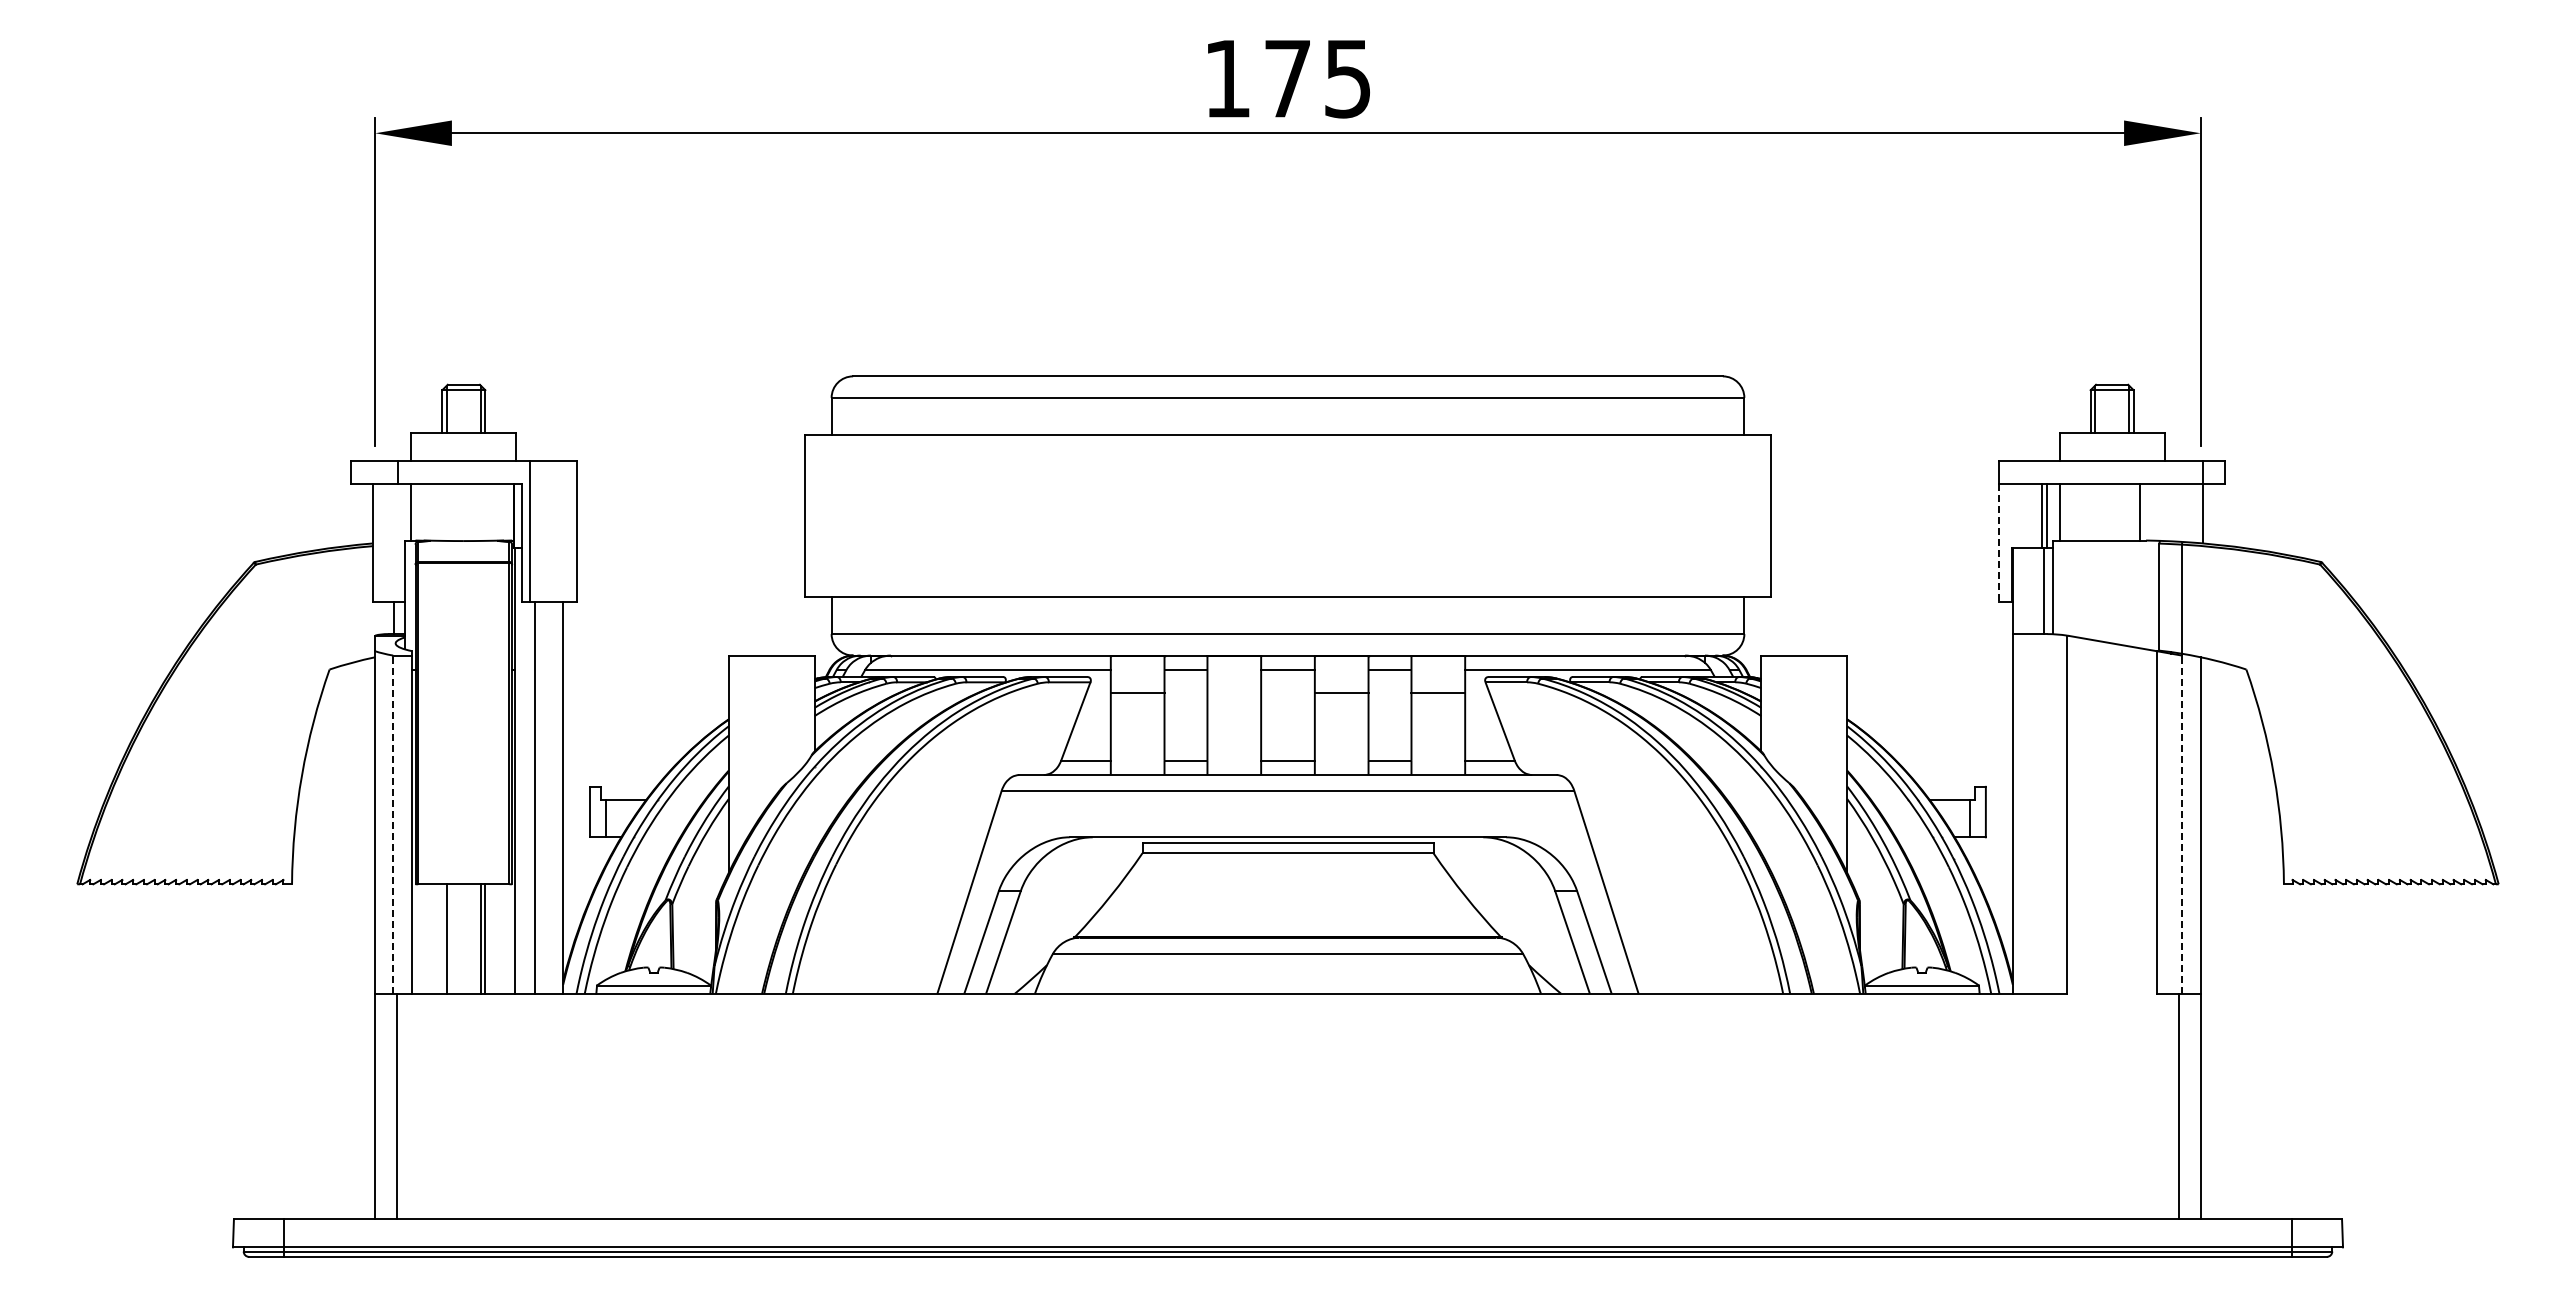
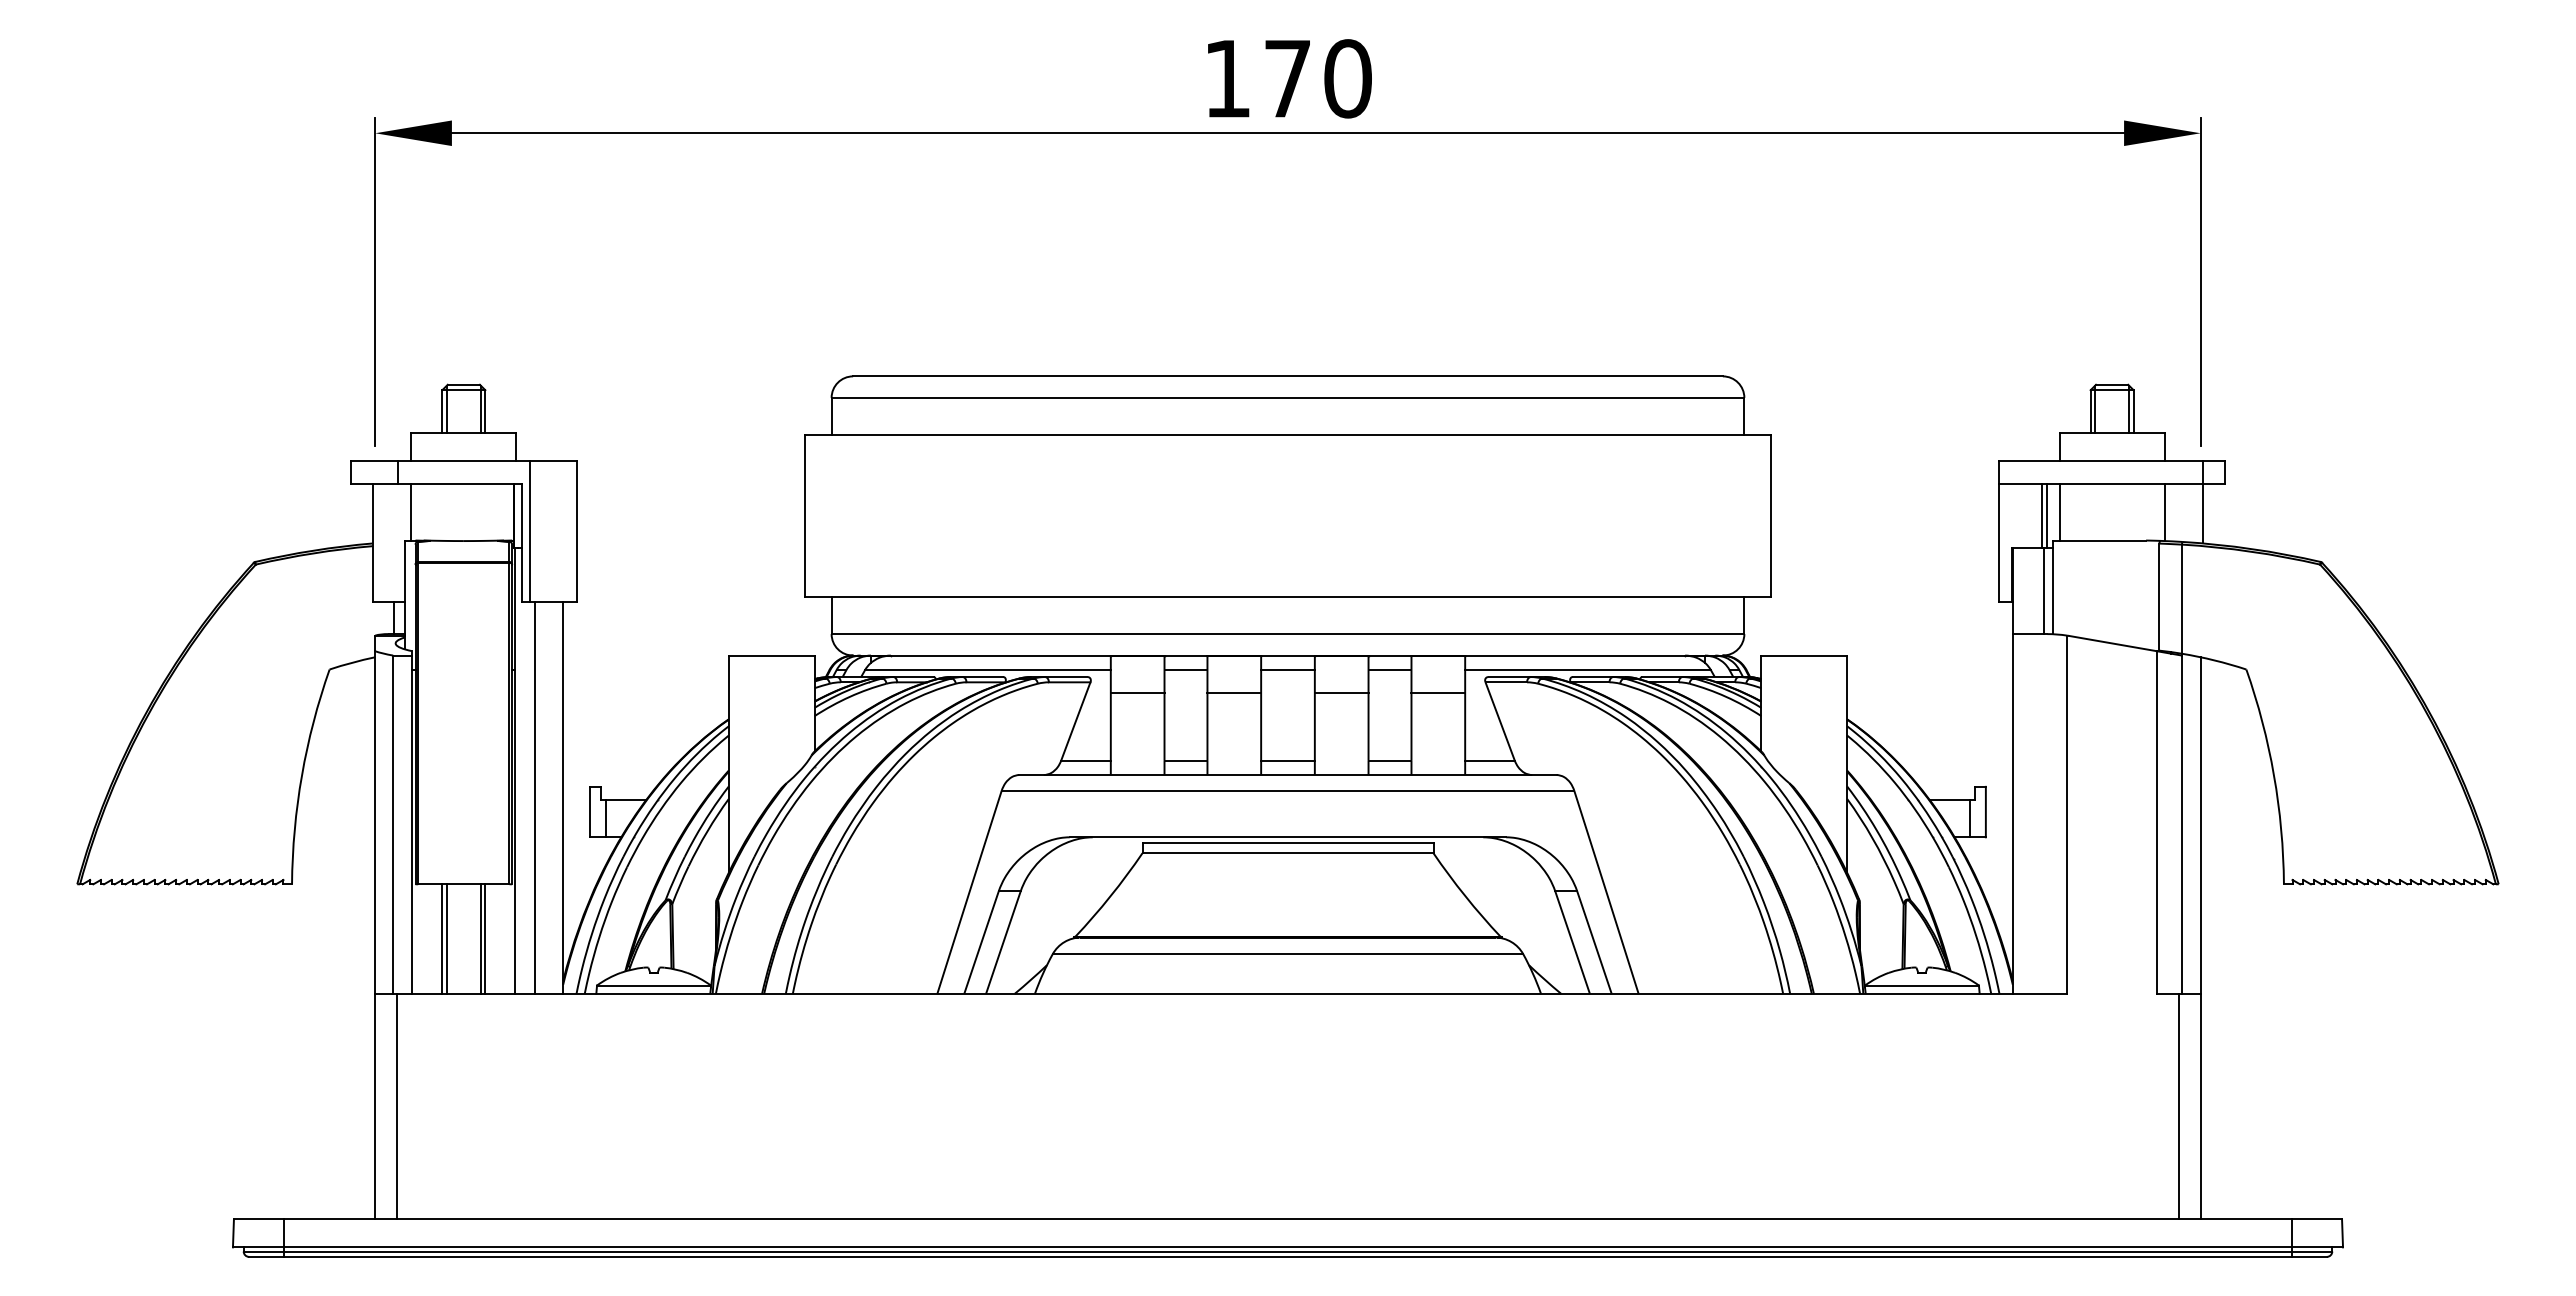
text at (1347, 78): 175 -> 170
line at (2139, 512) position: (2139, 512) -> (2164, 512)
line at (1999, 543): dashed -> solid
line at (1234, 693): none -> present
line at (393, 824): dashed -> solid
line at (2181, 824): dashed -> solid
line at (442, 938): none -> present
